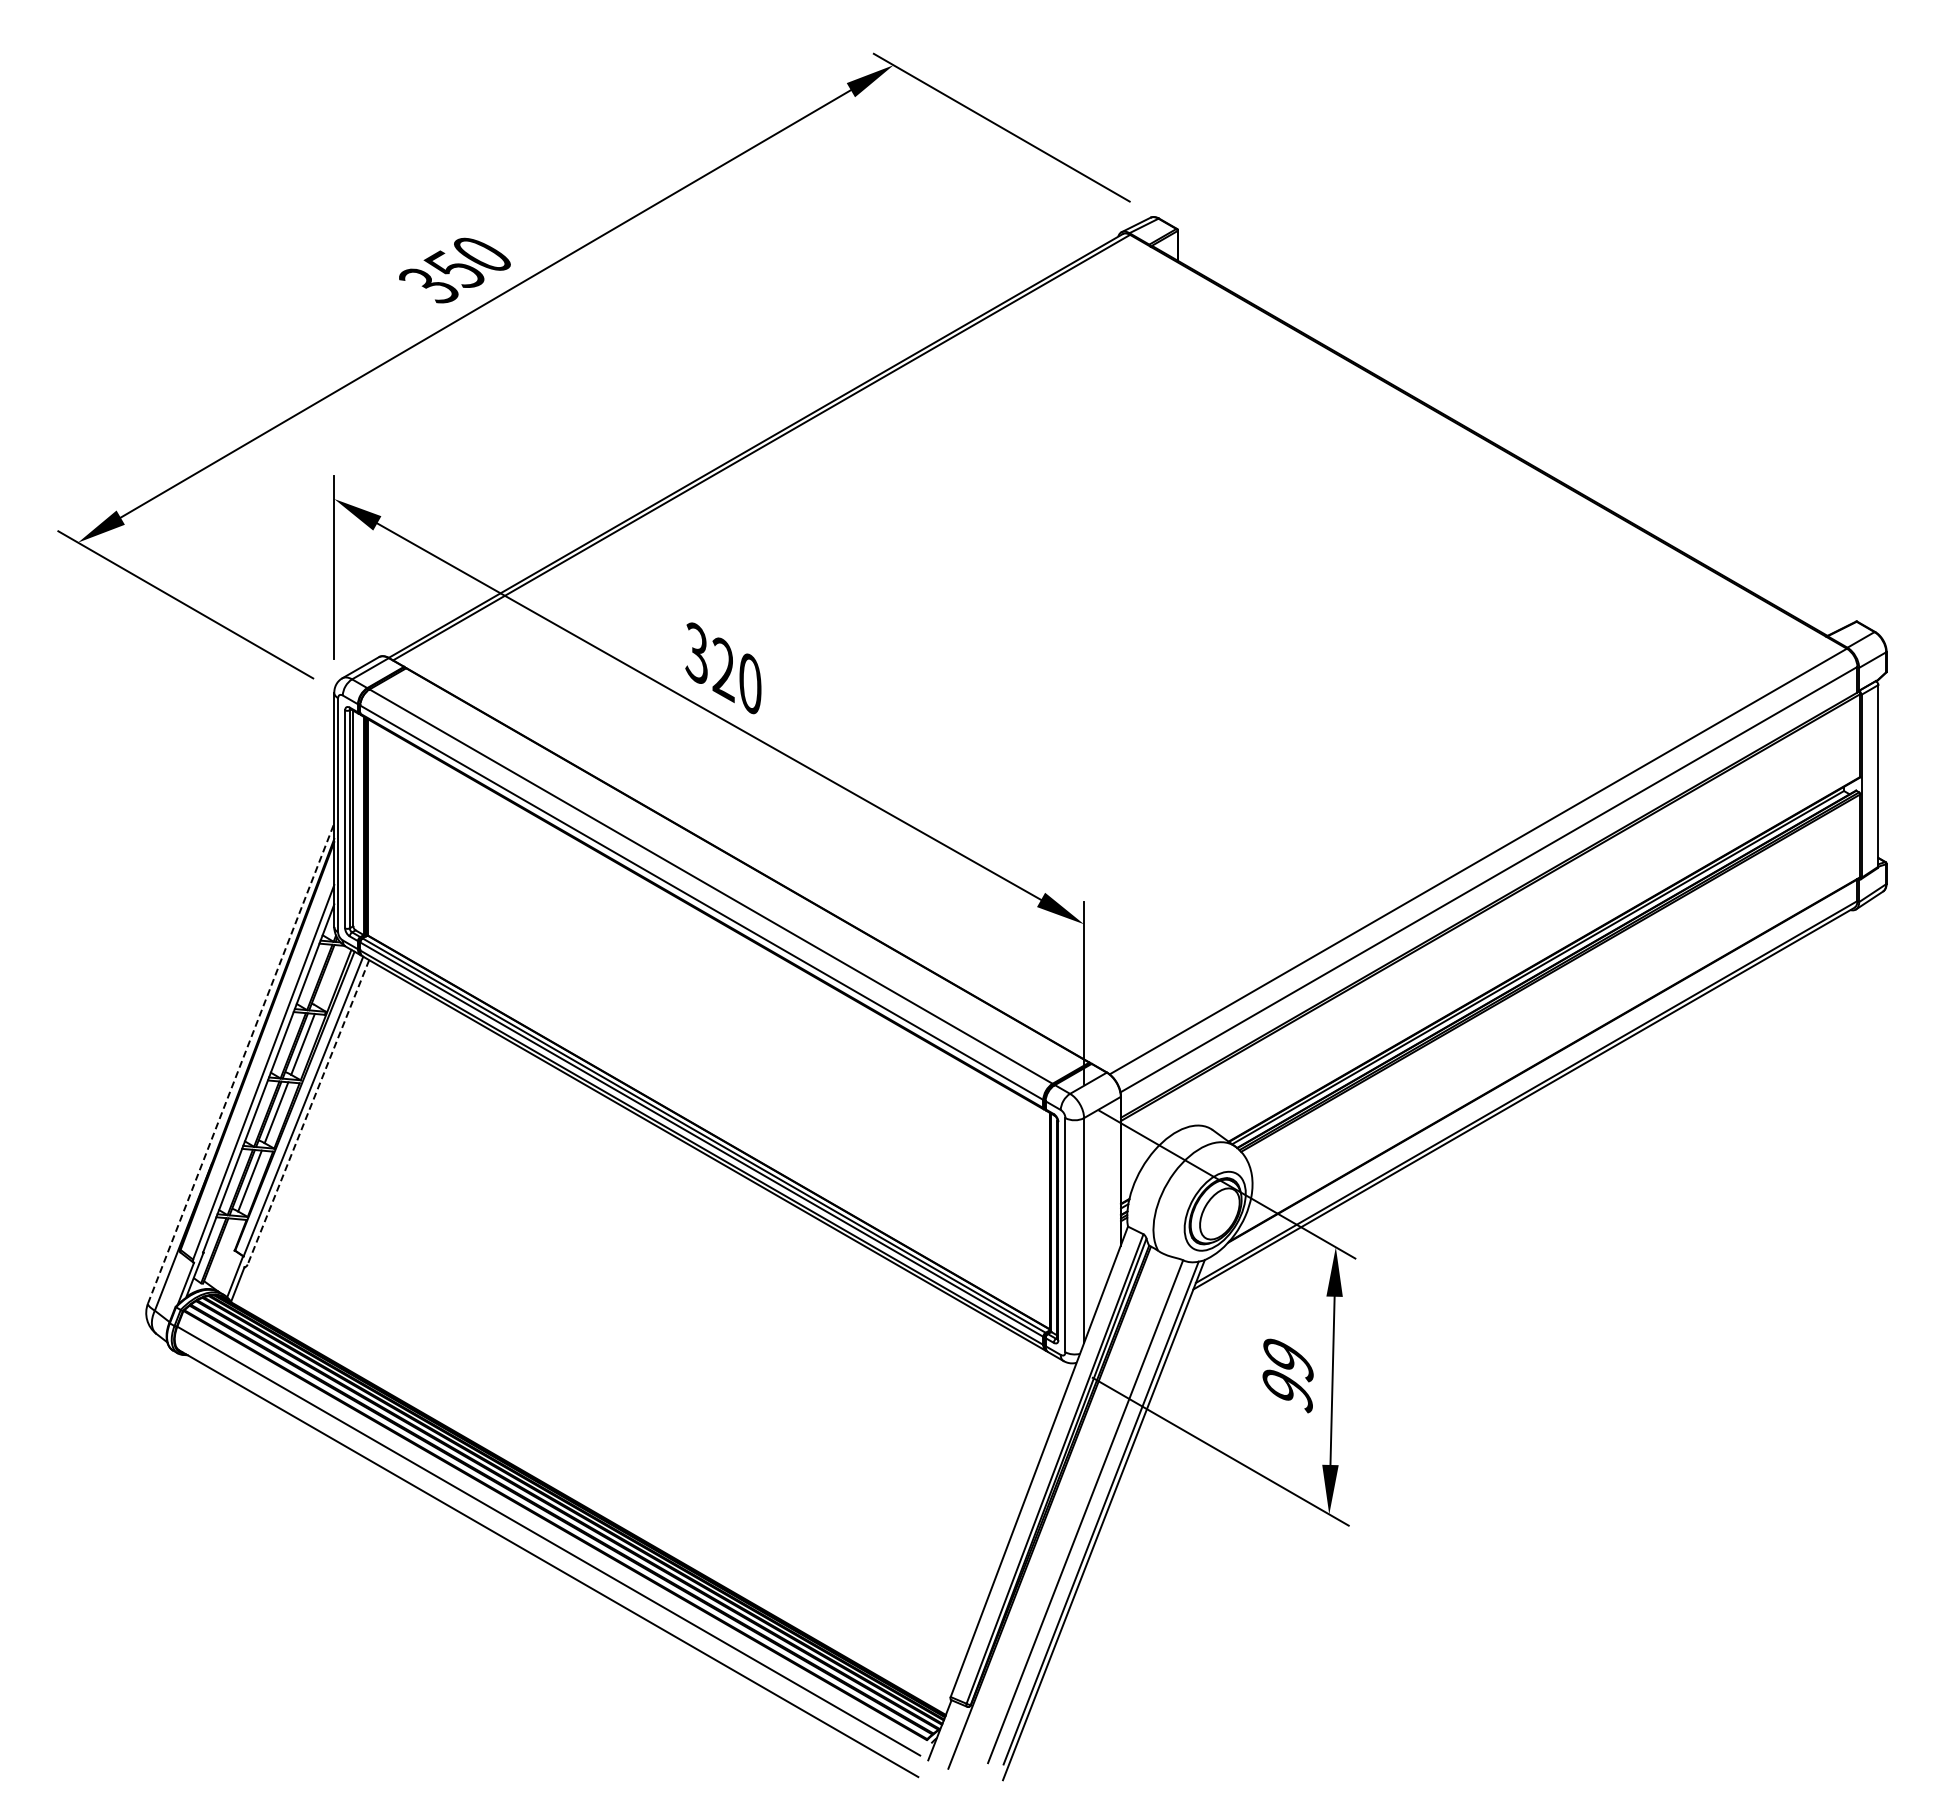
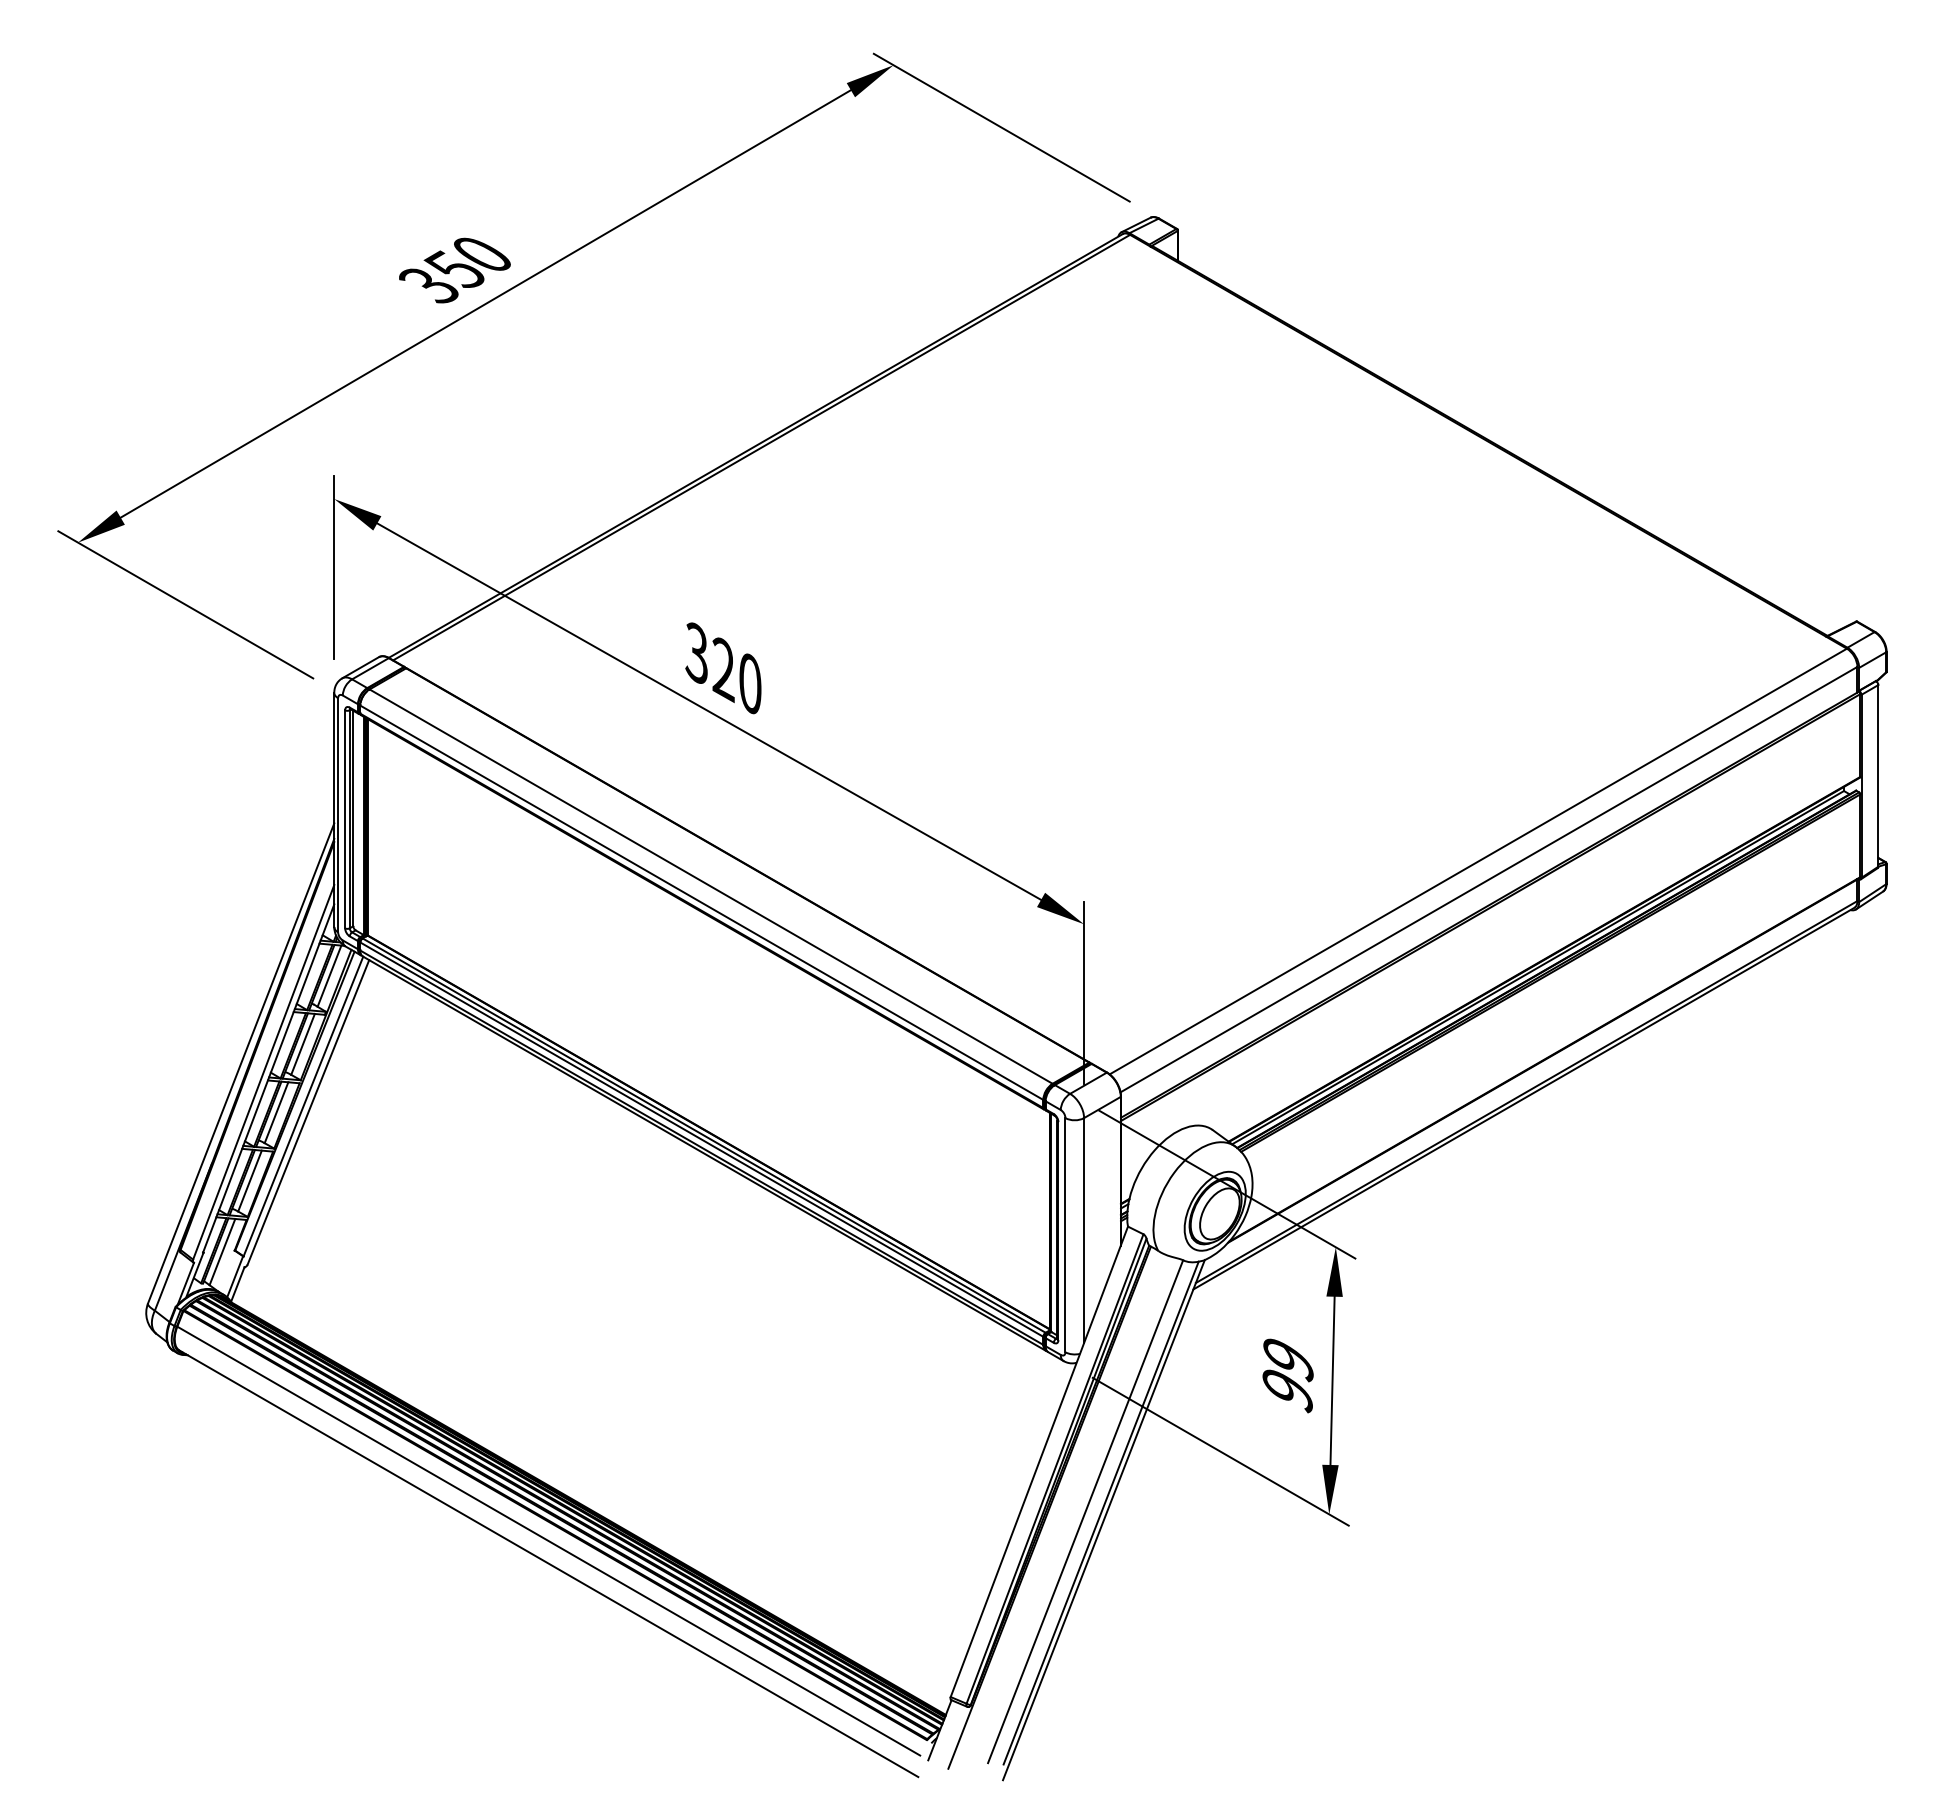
line at (329, 975): none -> present
line at (241, 1063): dashed -> solid
line at (308, 1112): dashed -> solid
line at (222, 1251): none -> present
